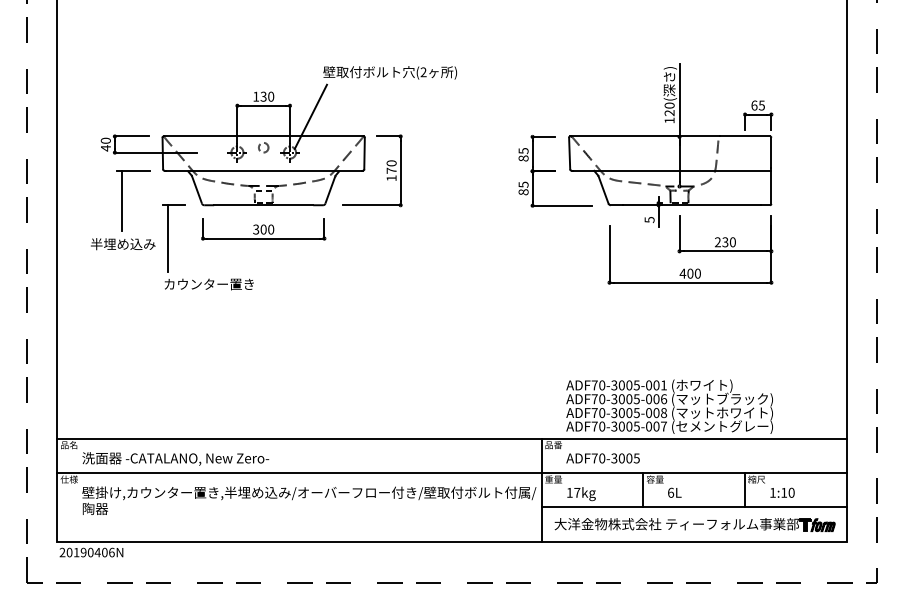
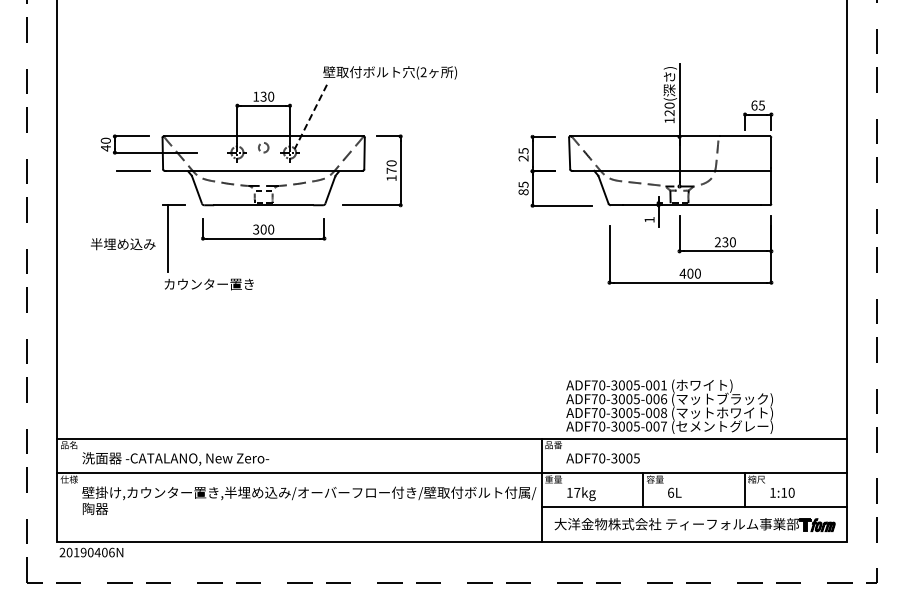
line at (310, 116): solid -> dashed
text at (523, 158): 85 -> 25
line at (122, 200): present -> none
text at (649, 220): 5 -> 1
